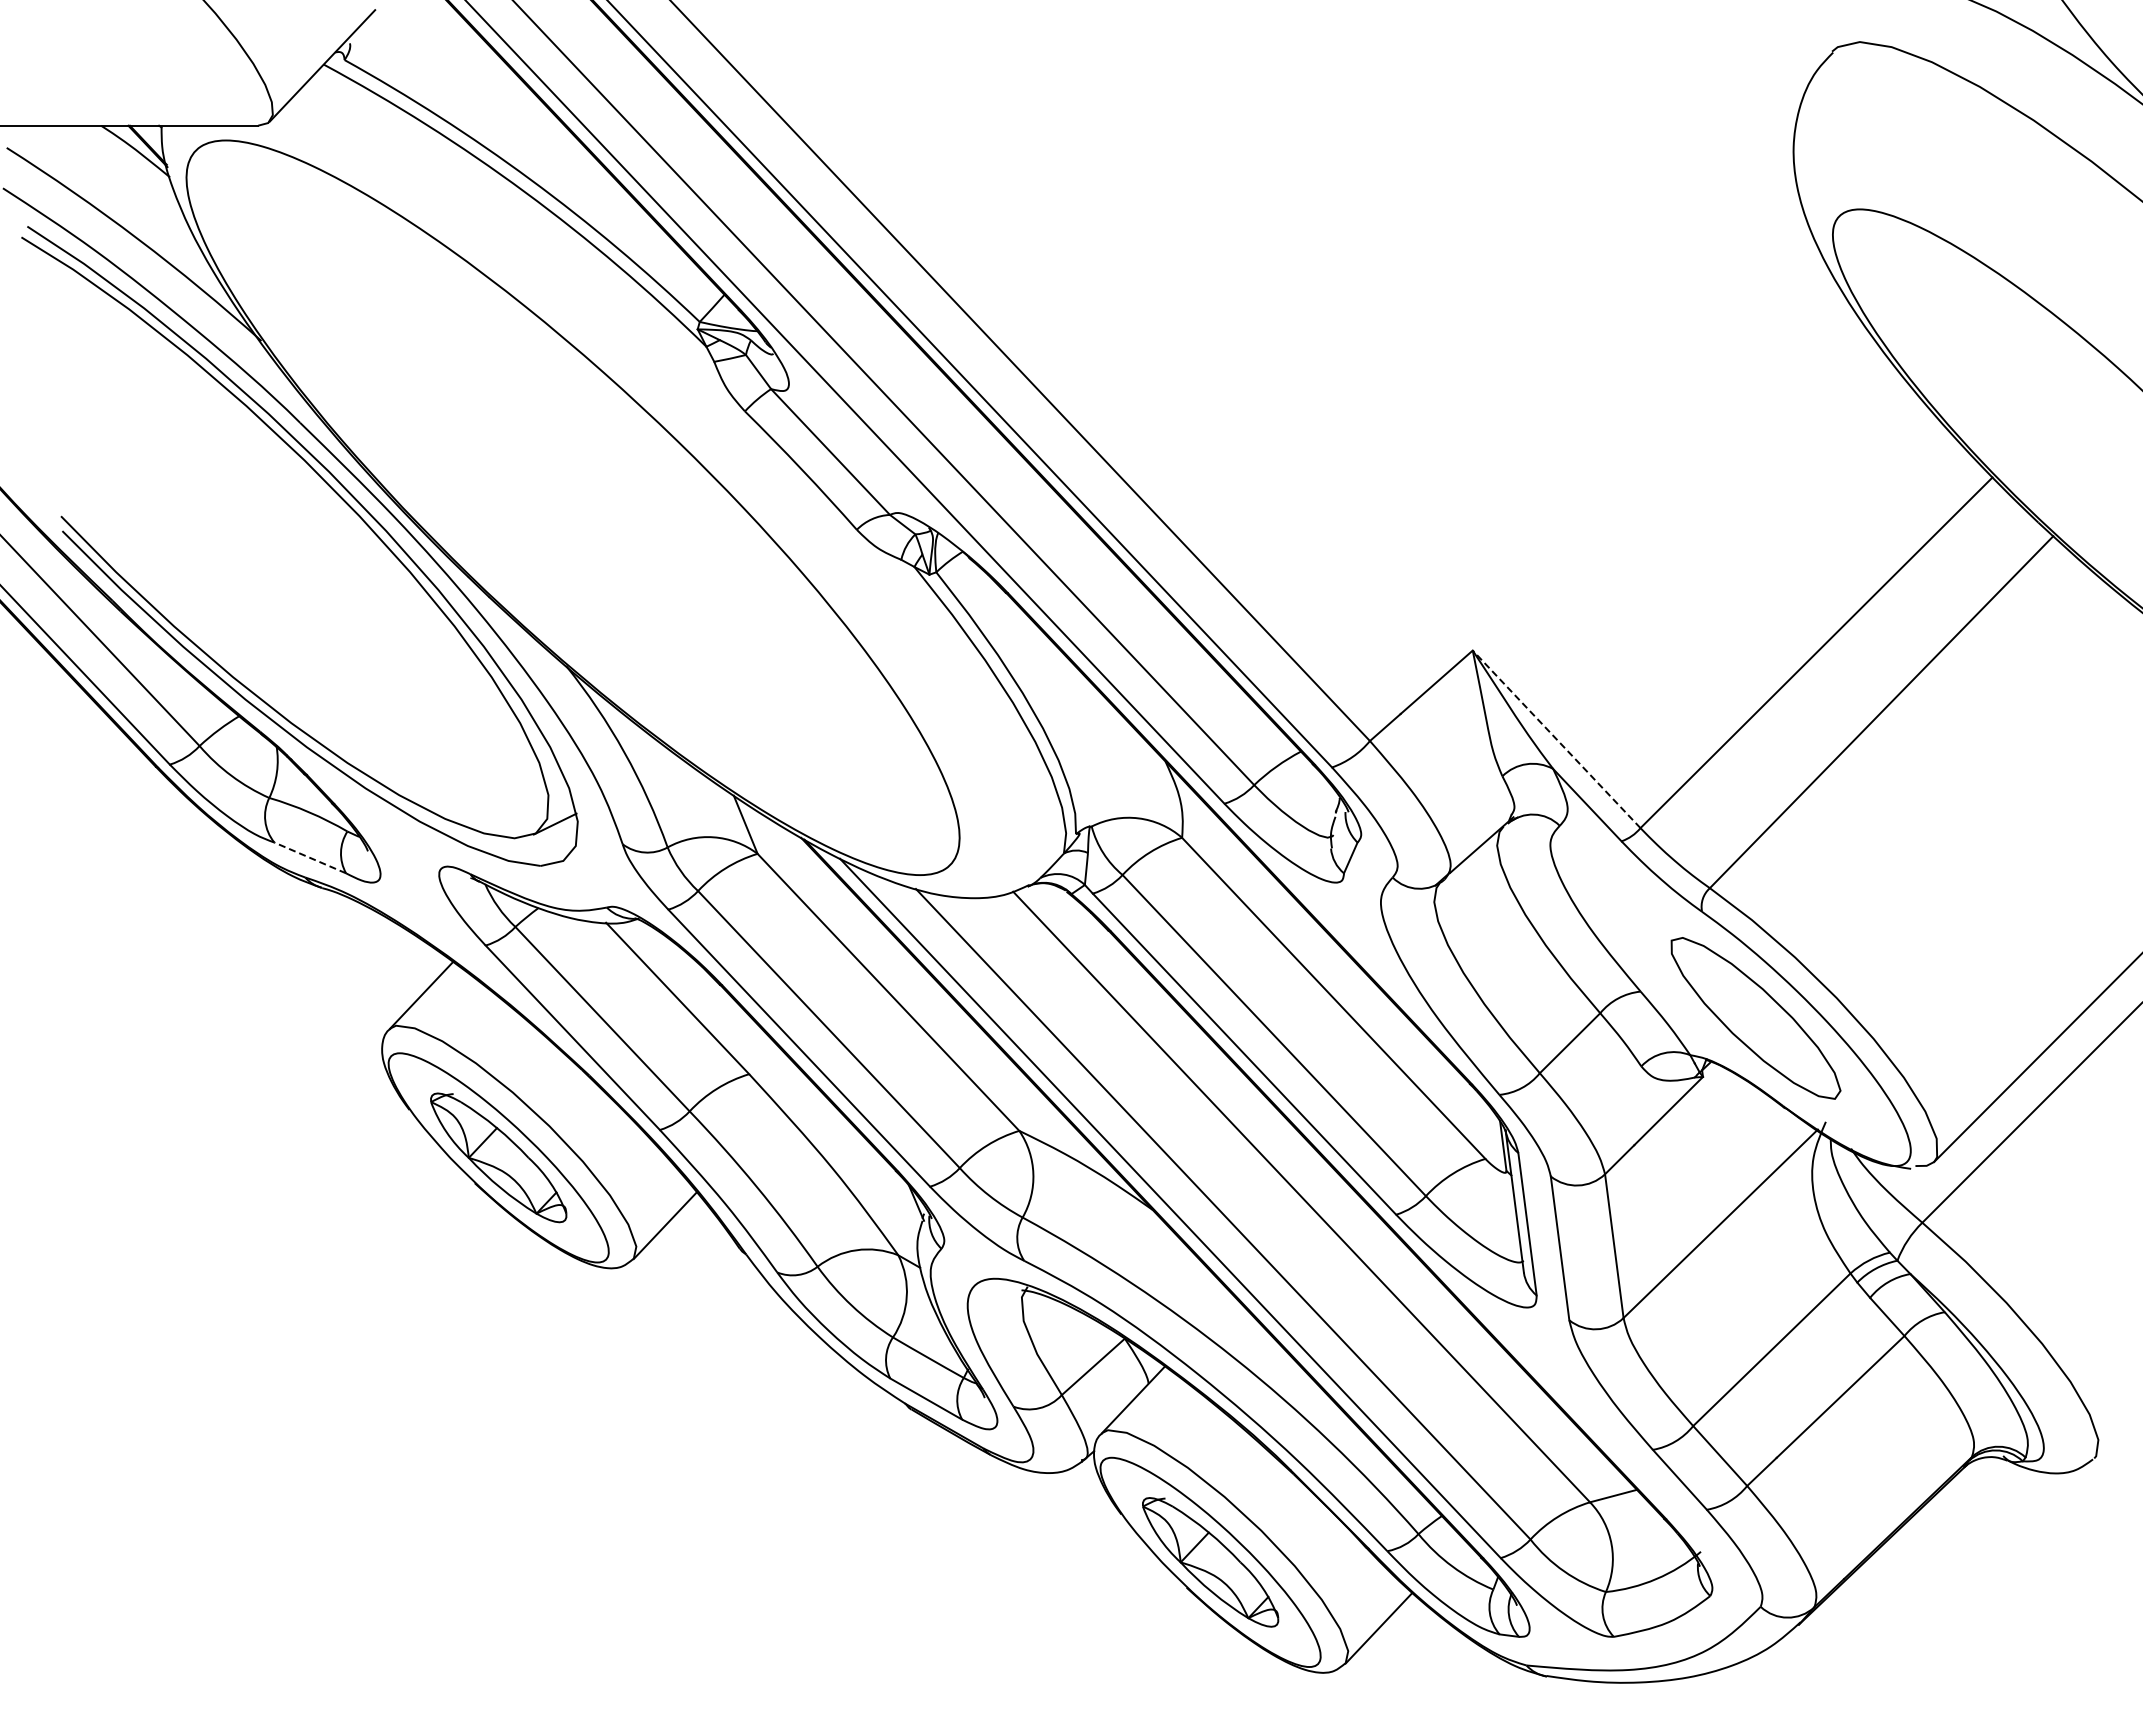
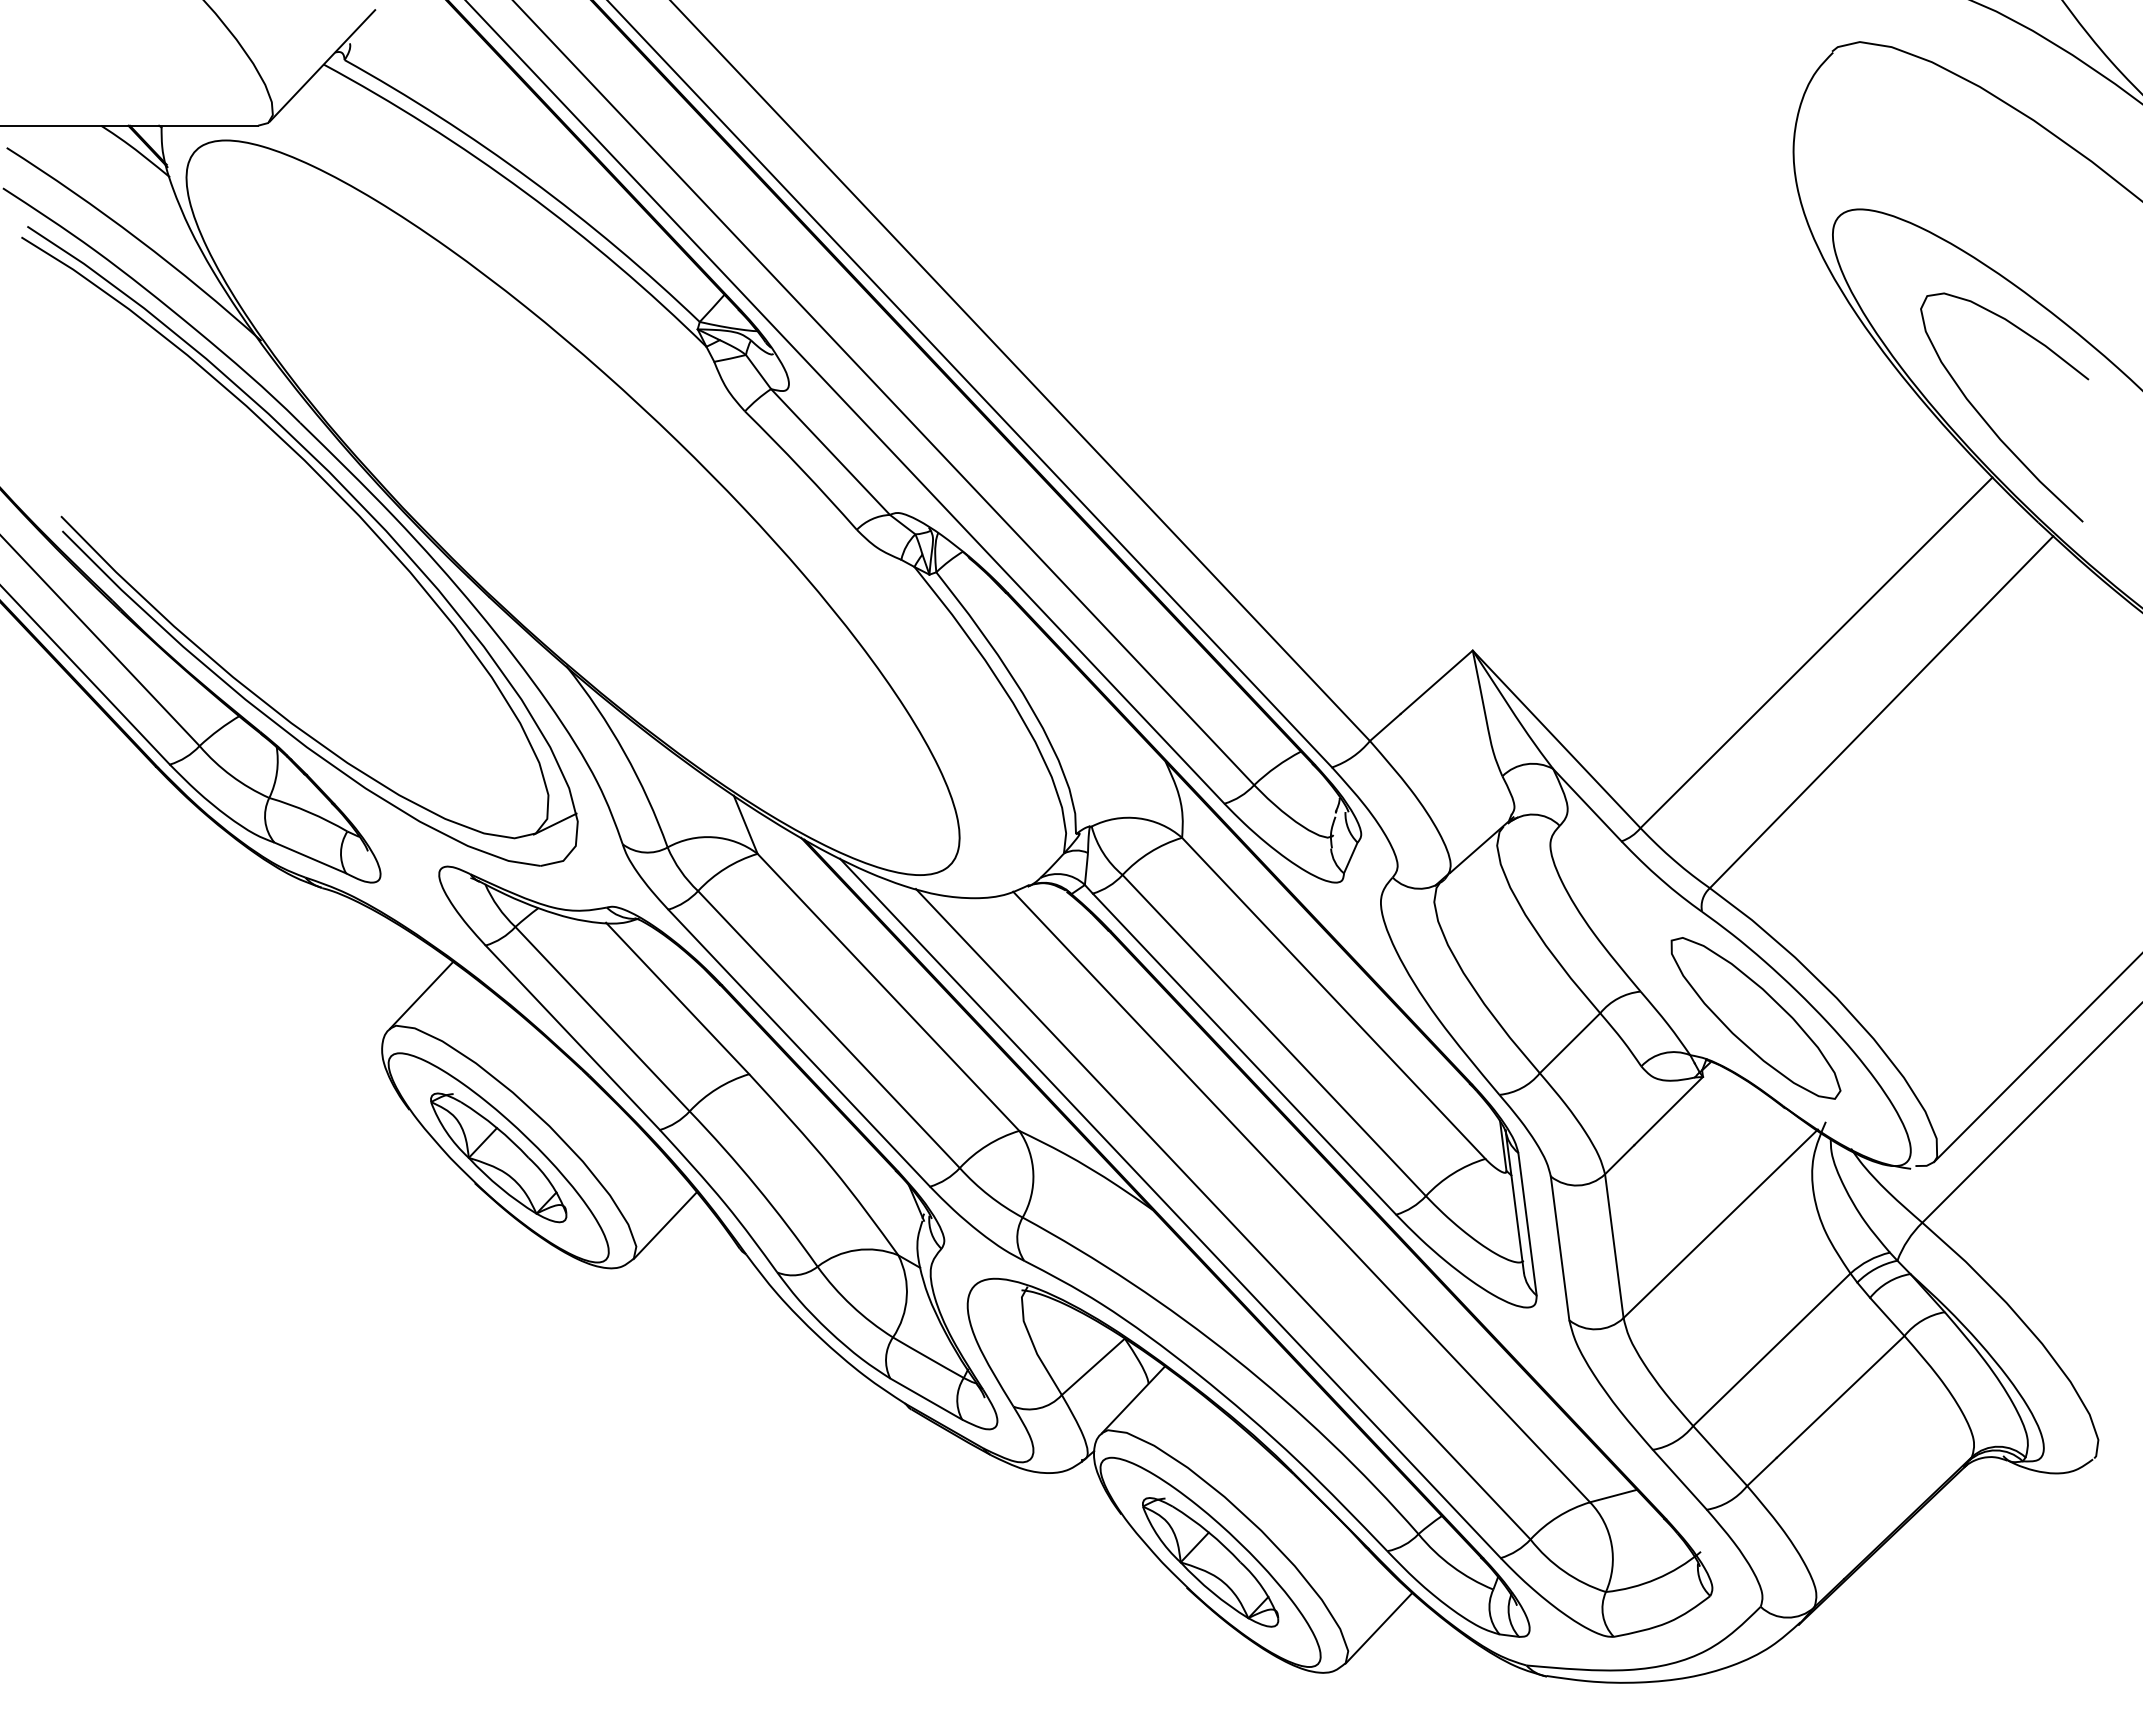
curve at (1985, 419): none -> present
line at (1556, 738): dashed -> solid
line at (310, 857): dashed -> solid
